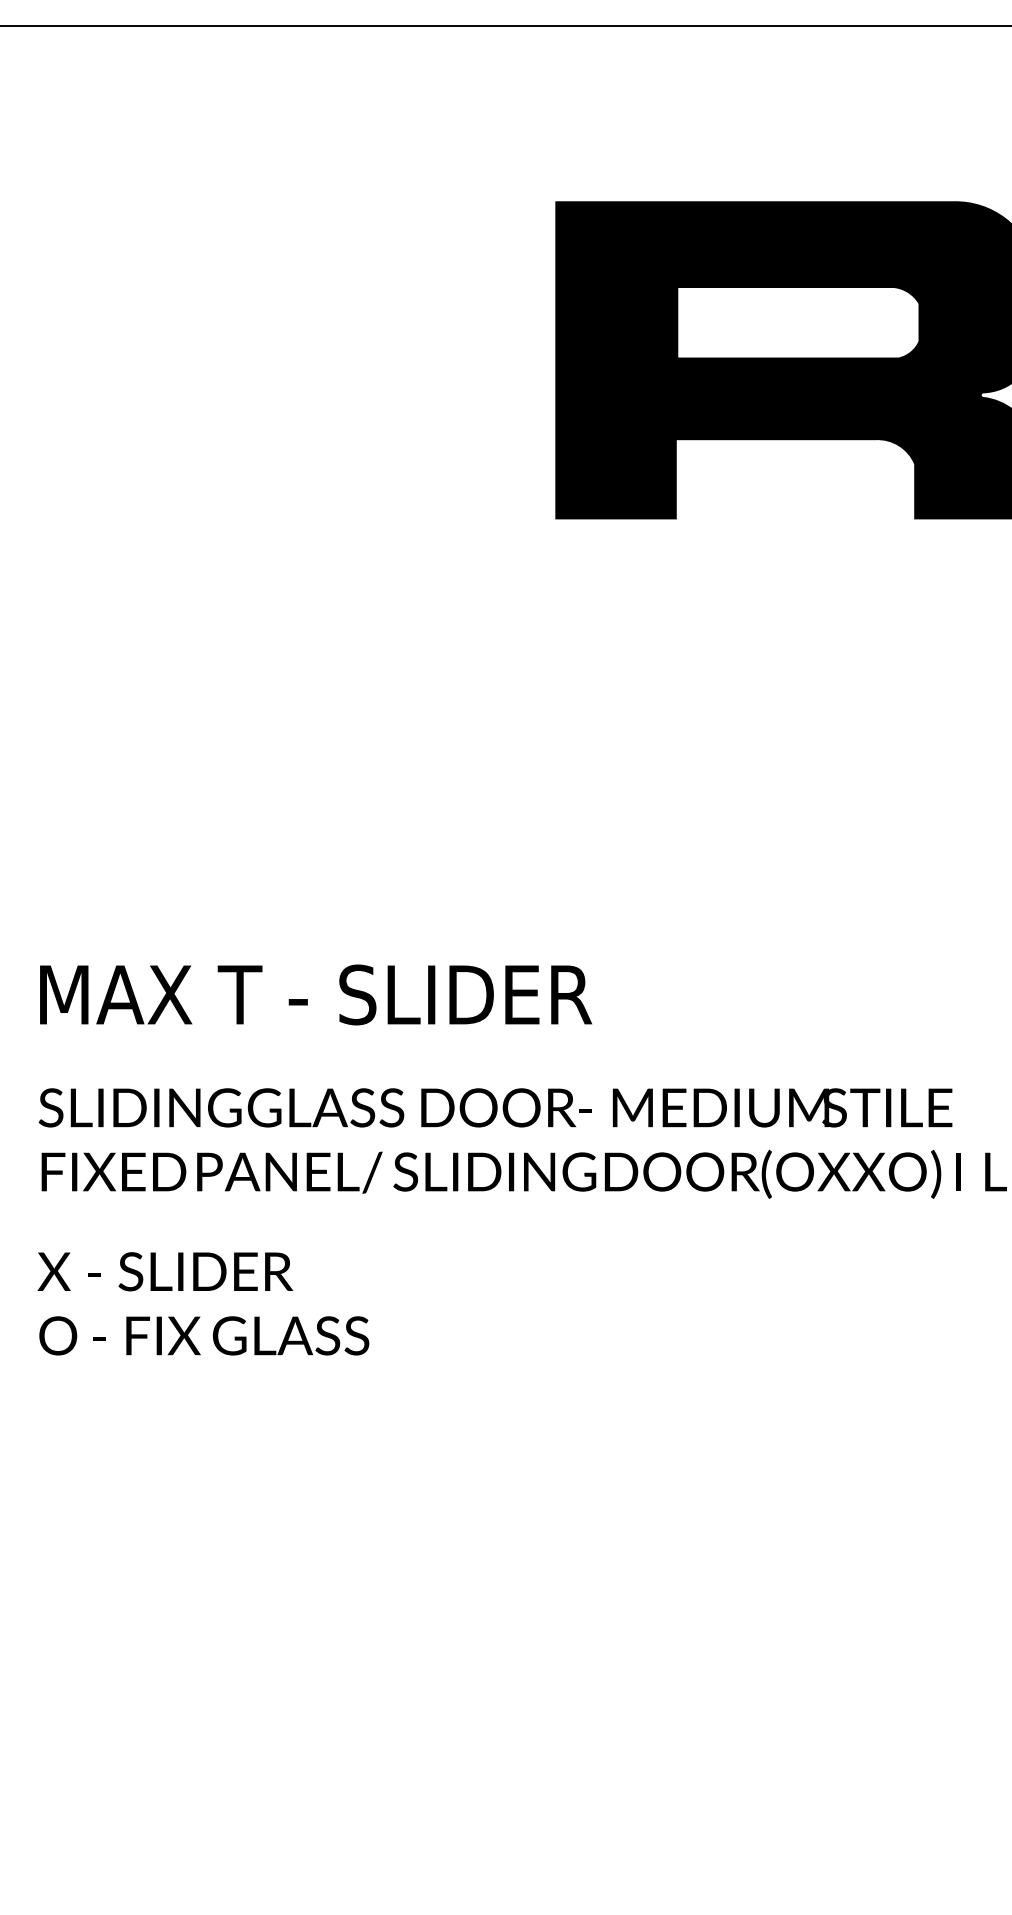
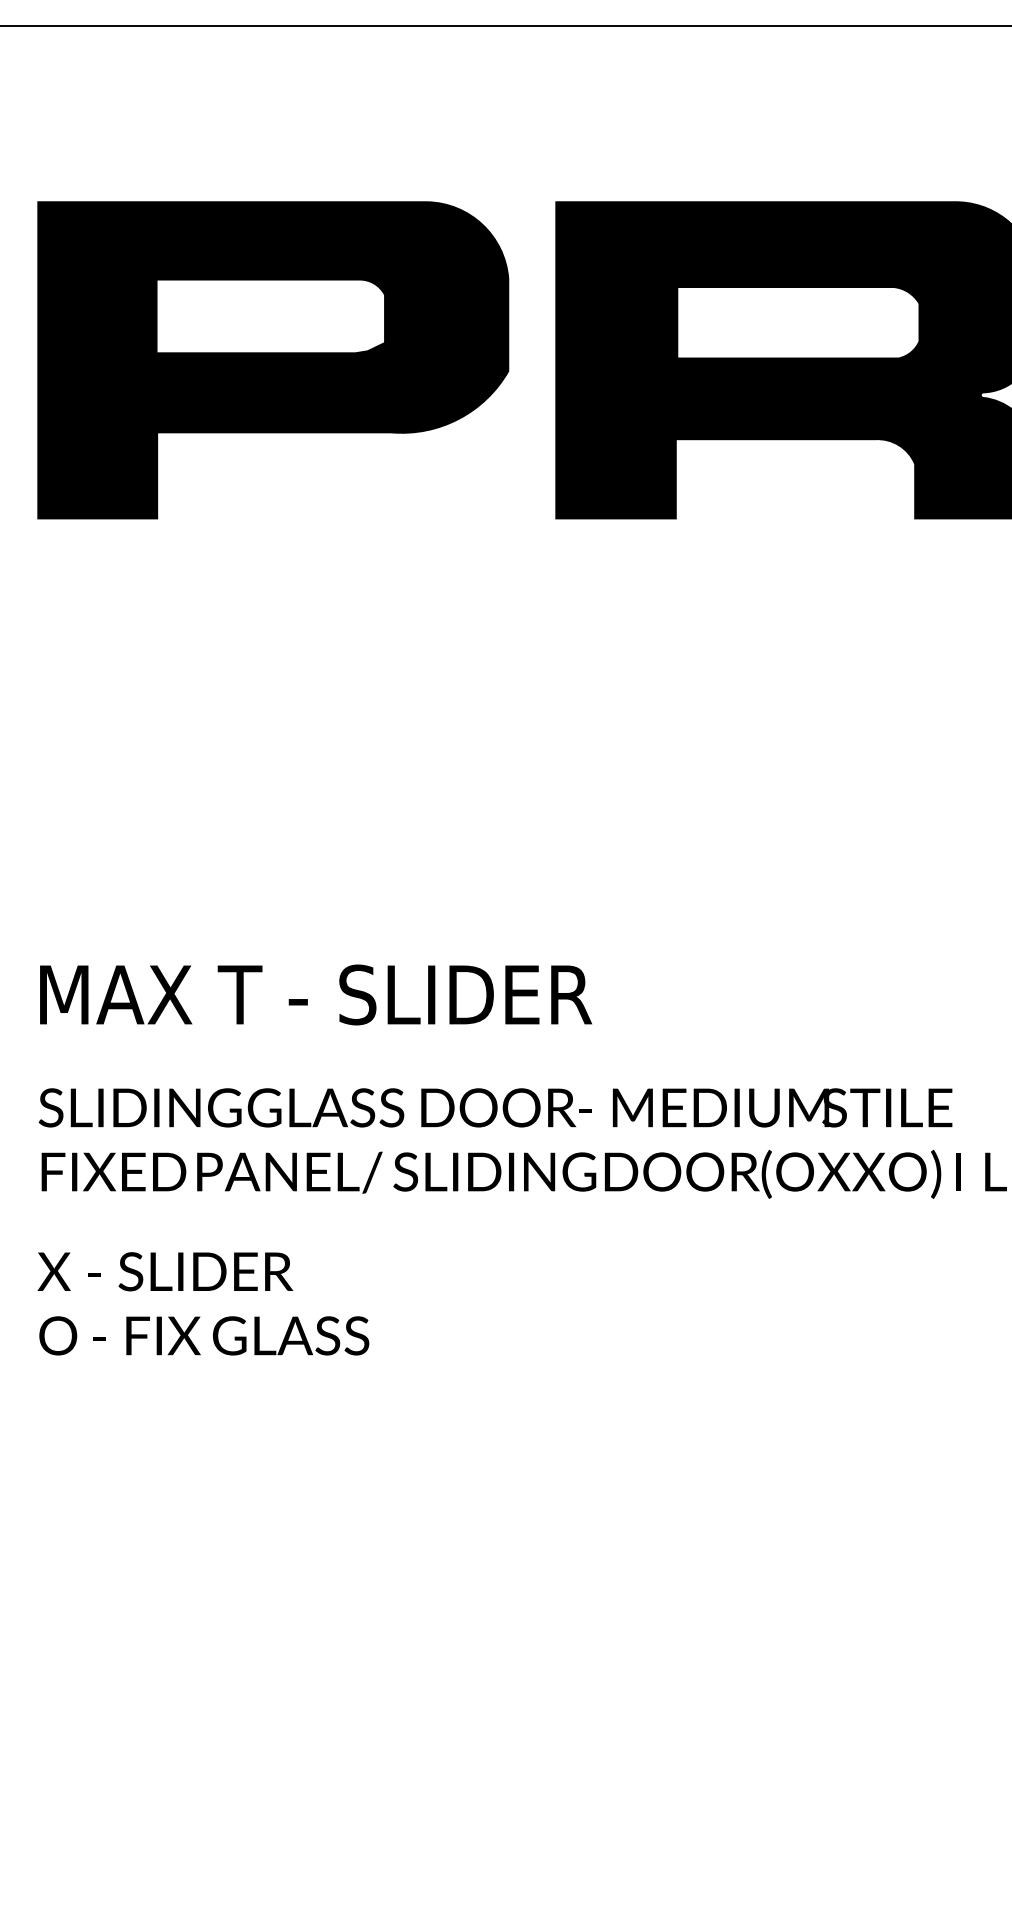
part at (273, 360): none -> present
